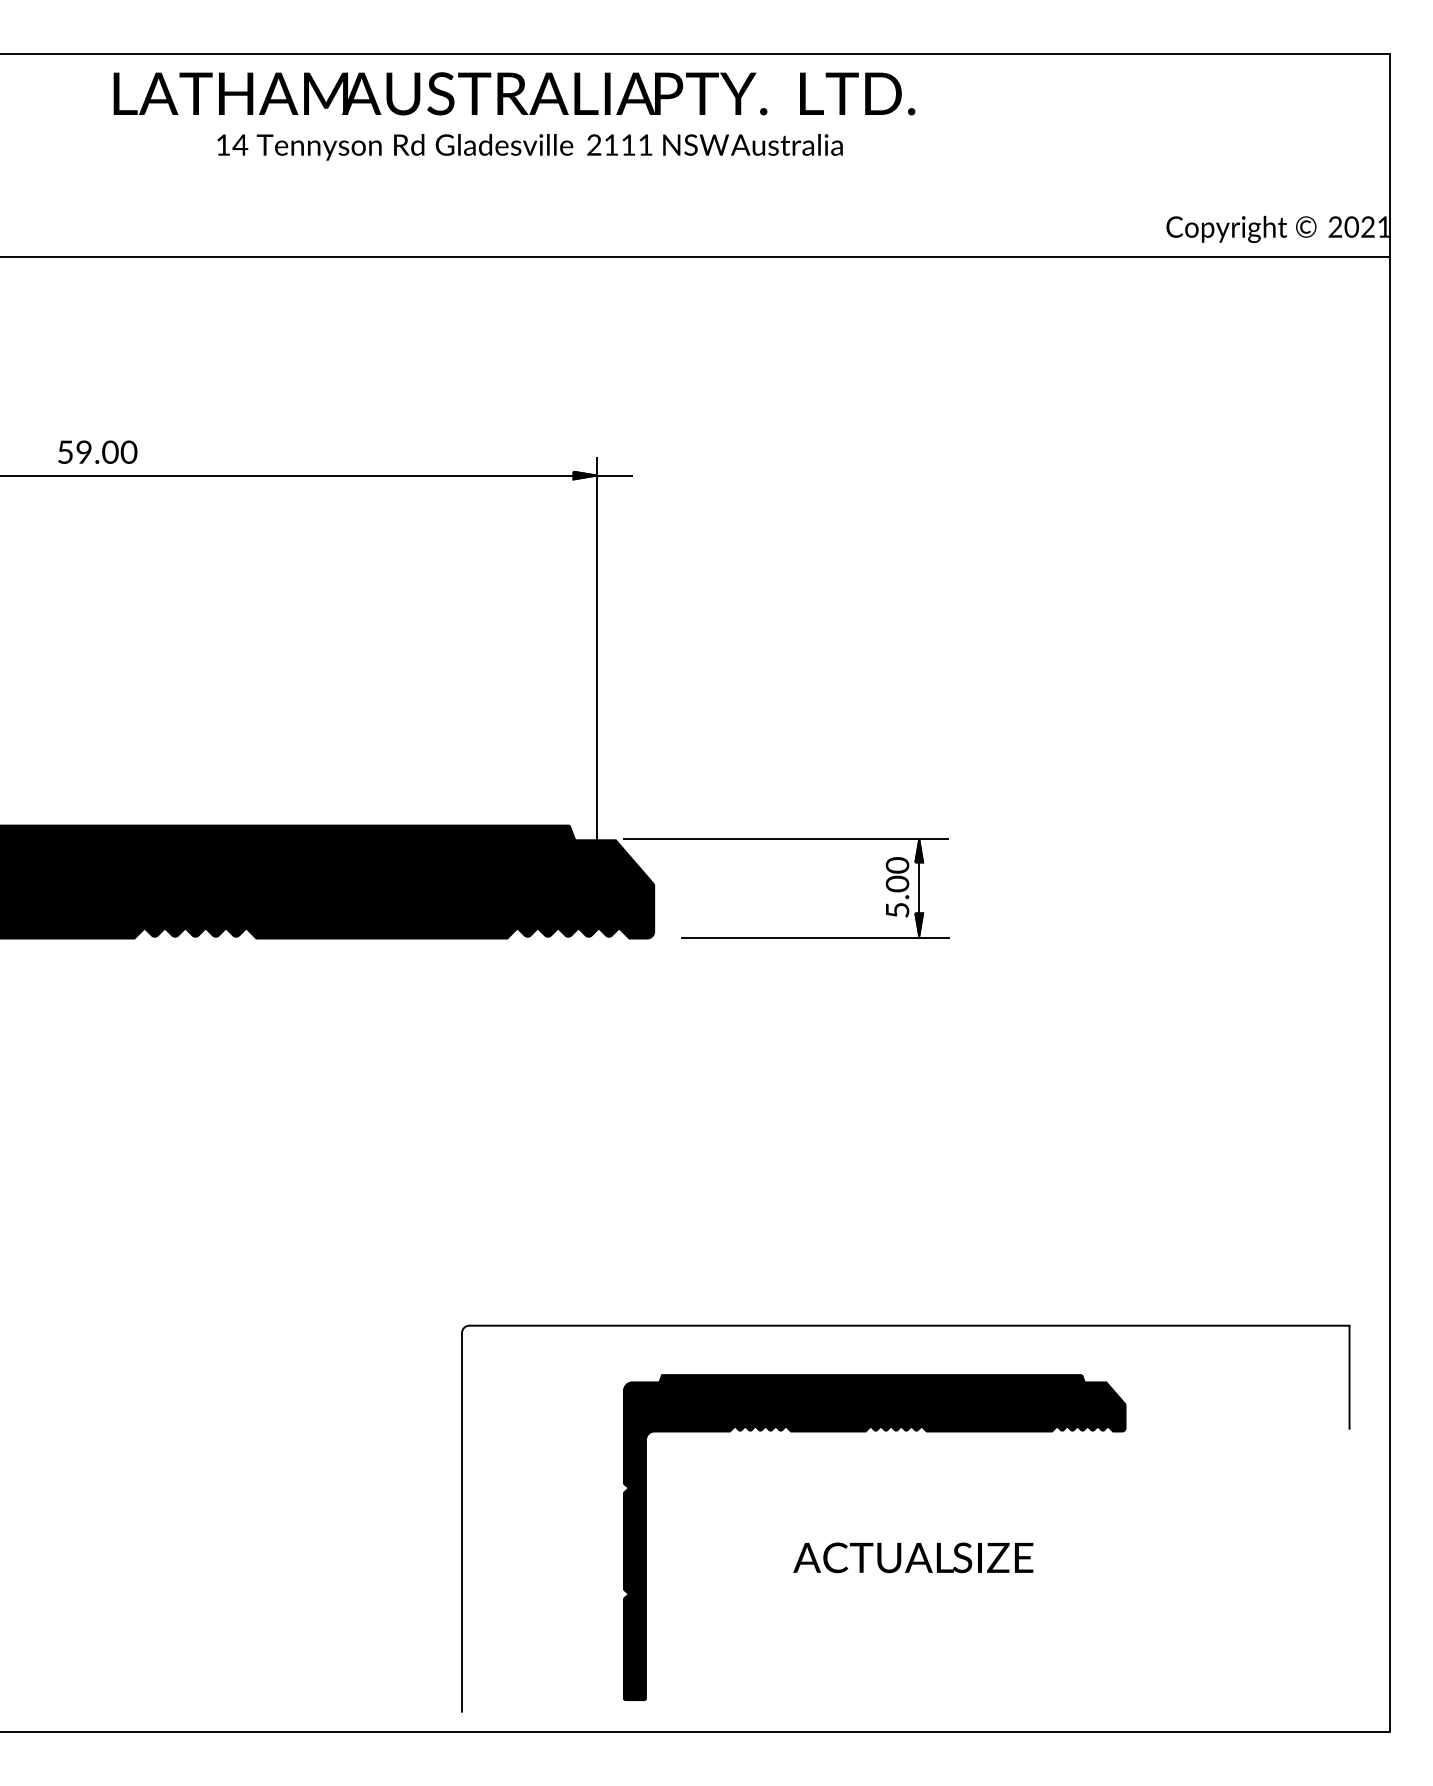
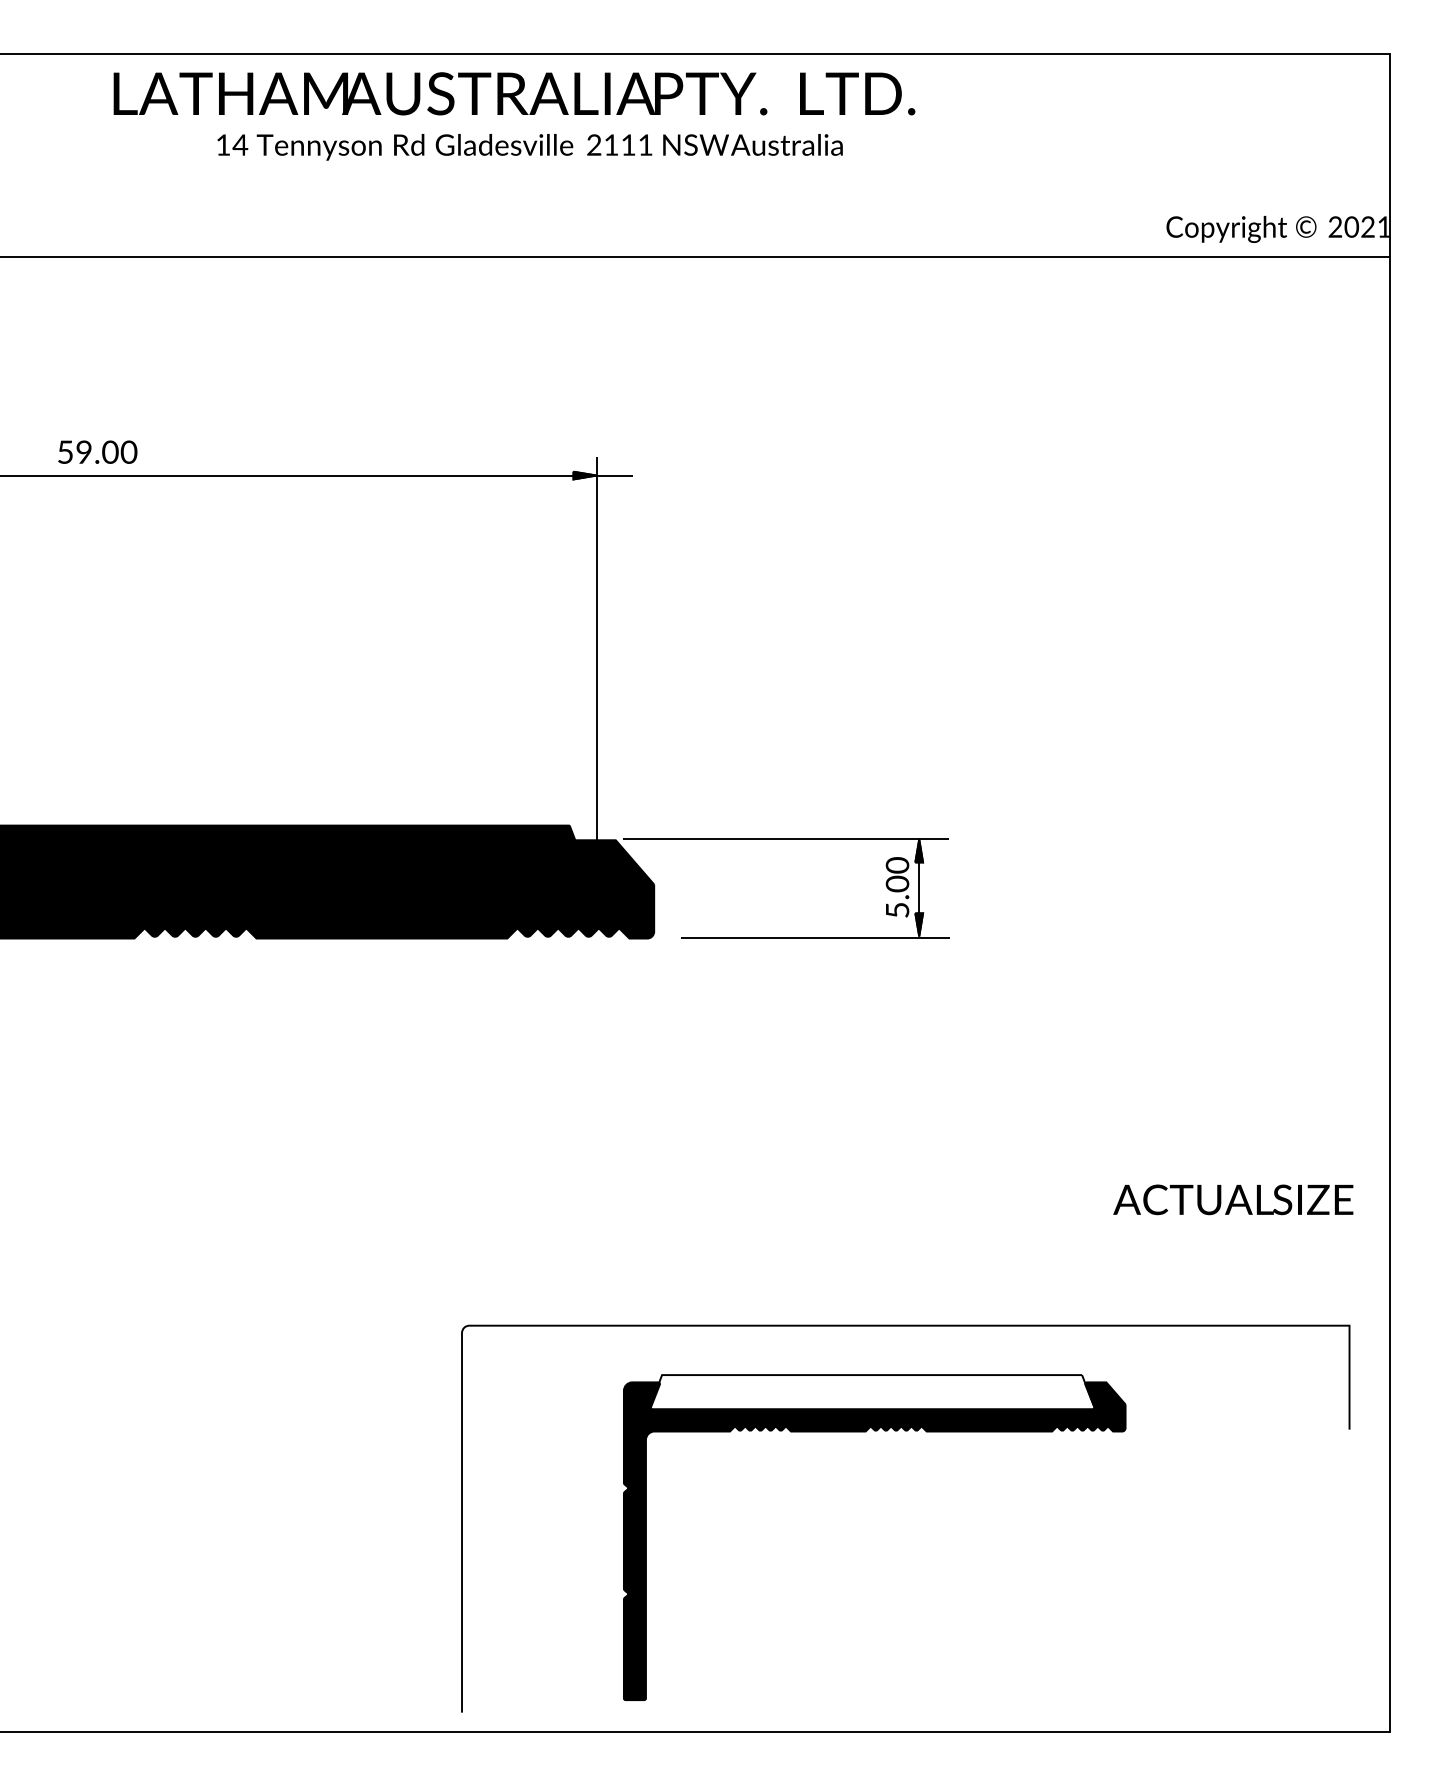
fill at (871, 1392): present -> none
text at (913, 1557) position: (913, 1557) -> (1233, 1199)
